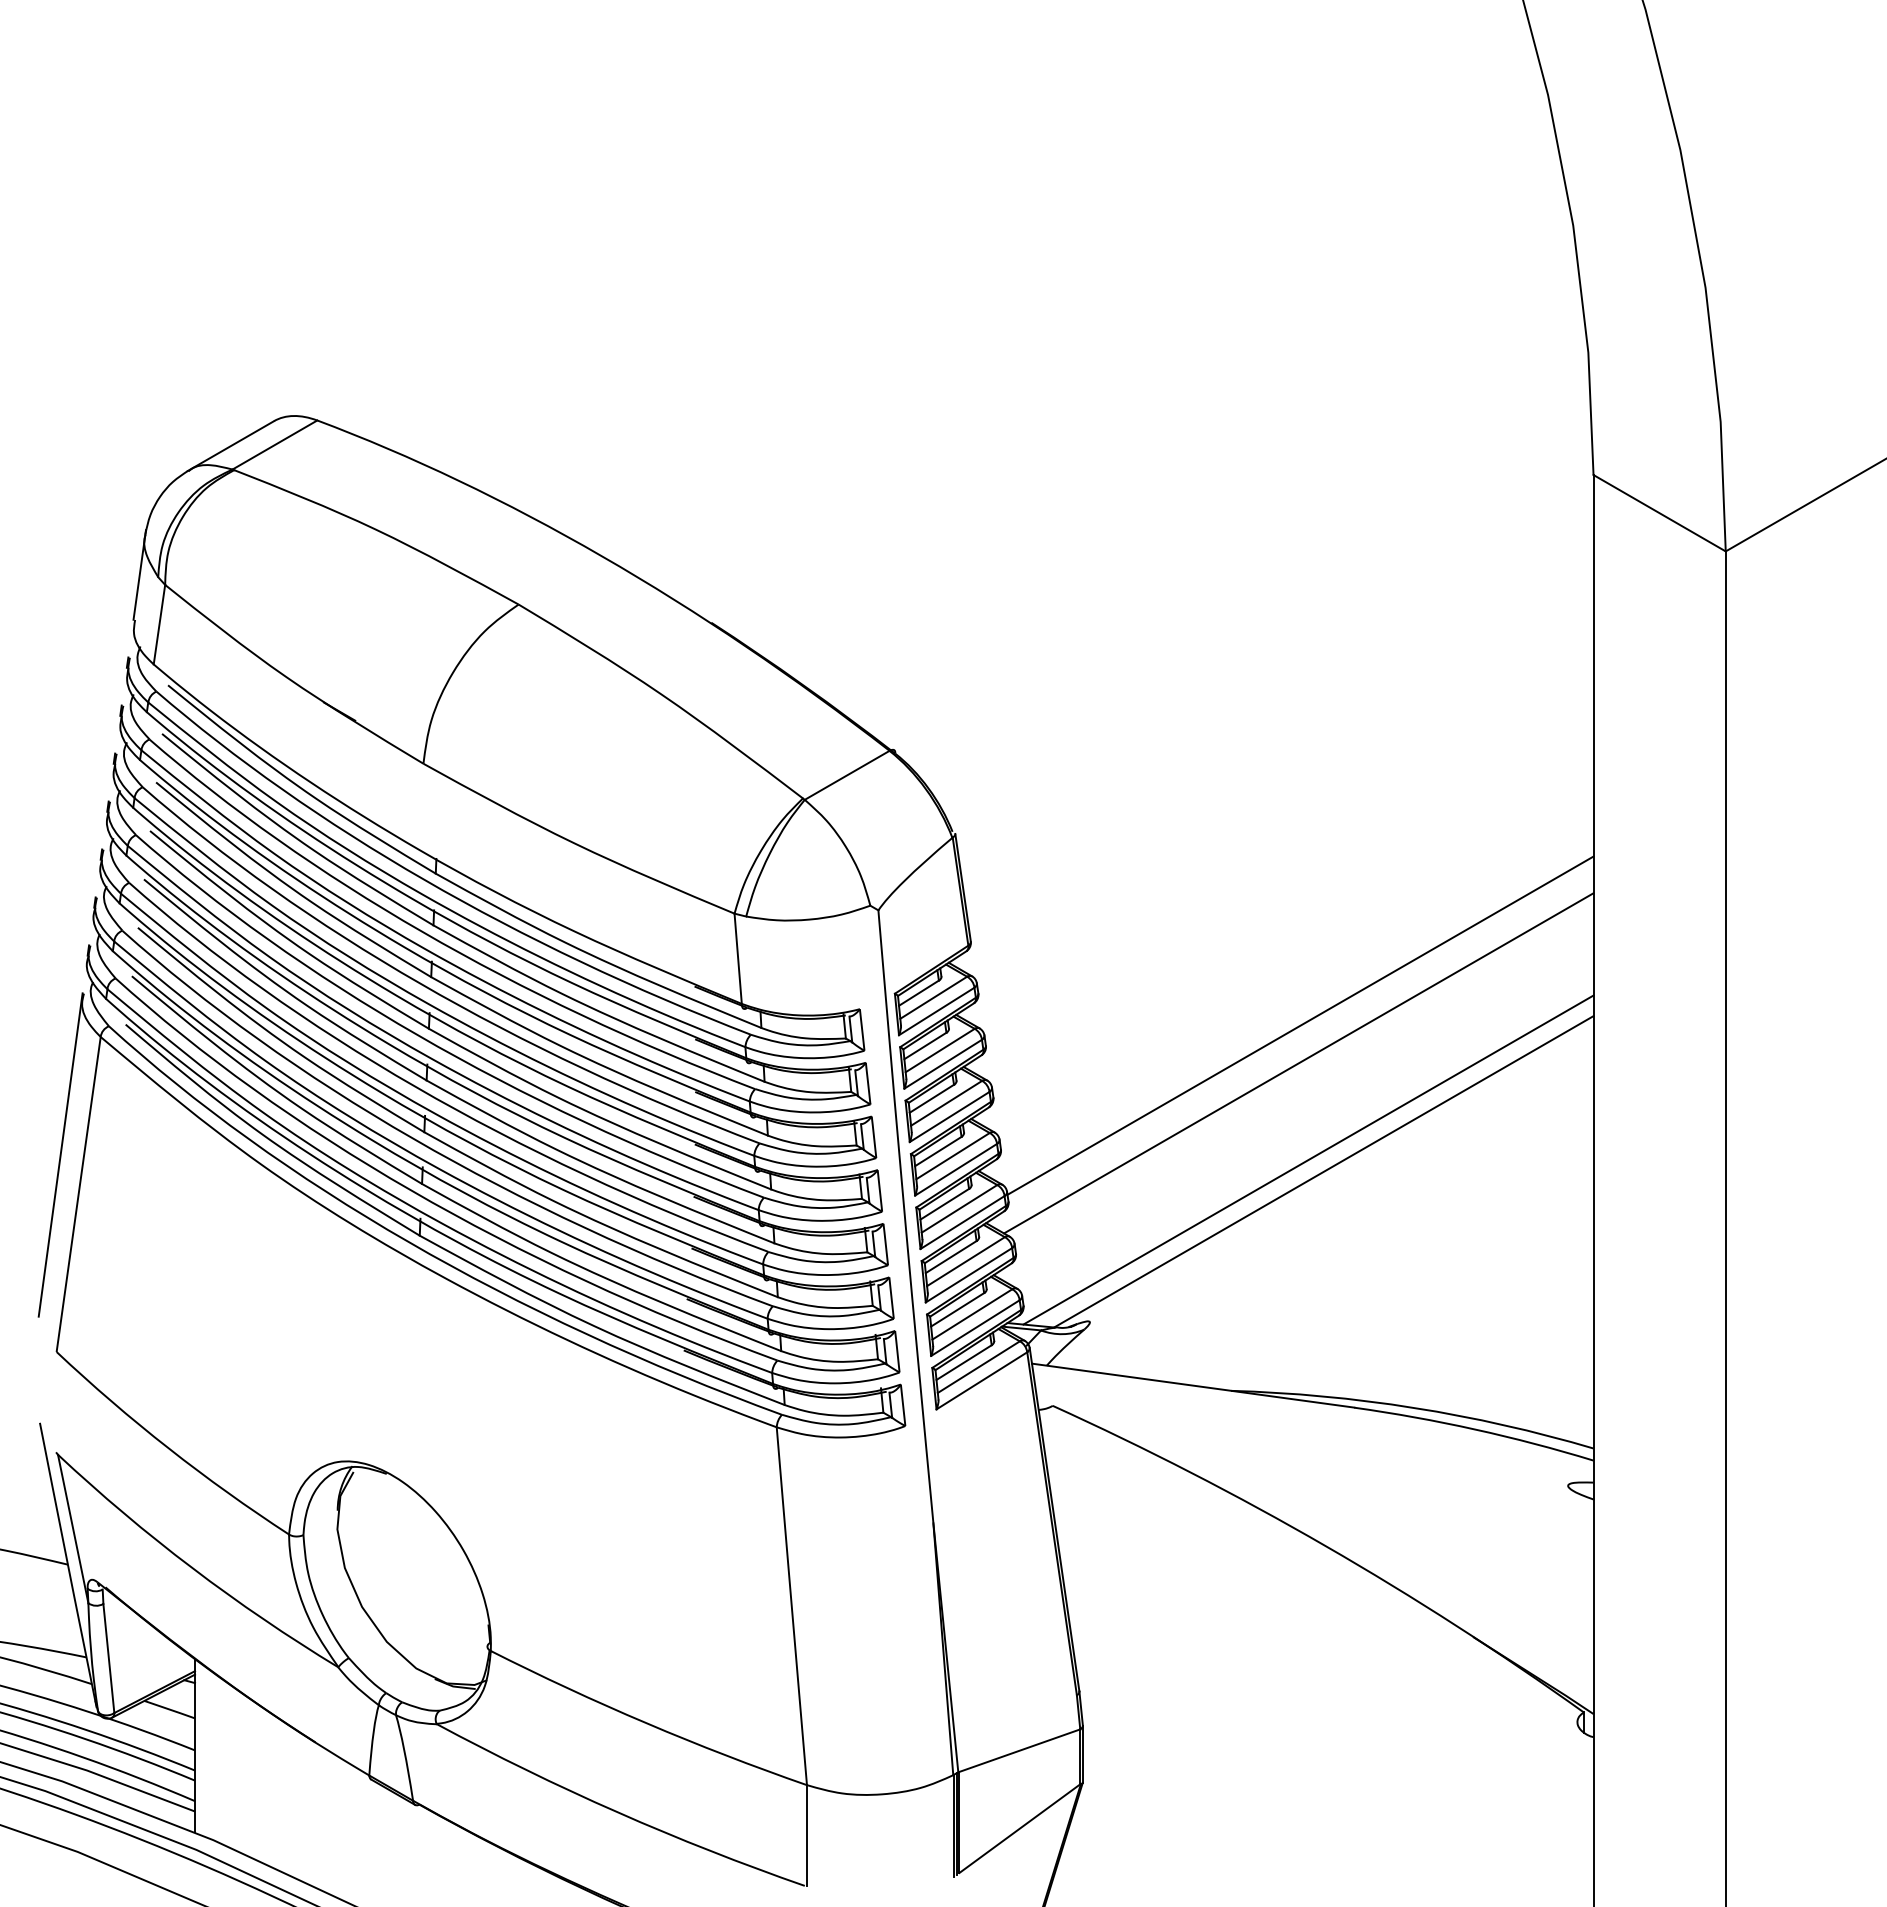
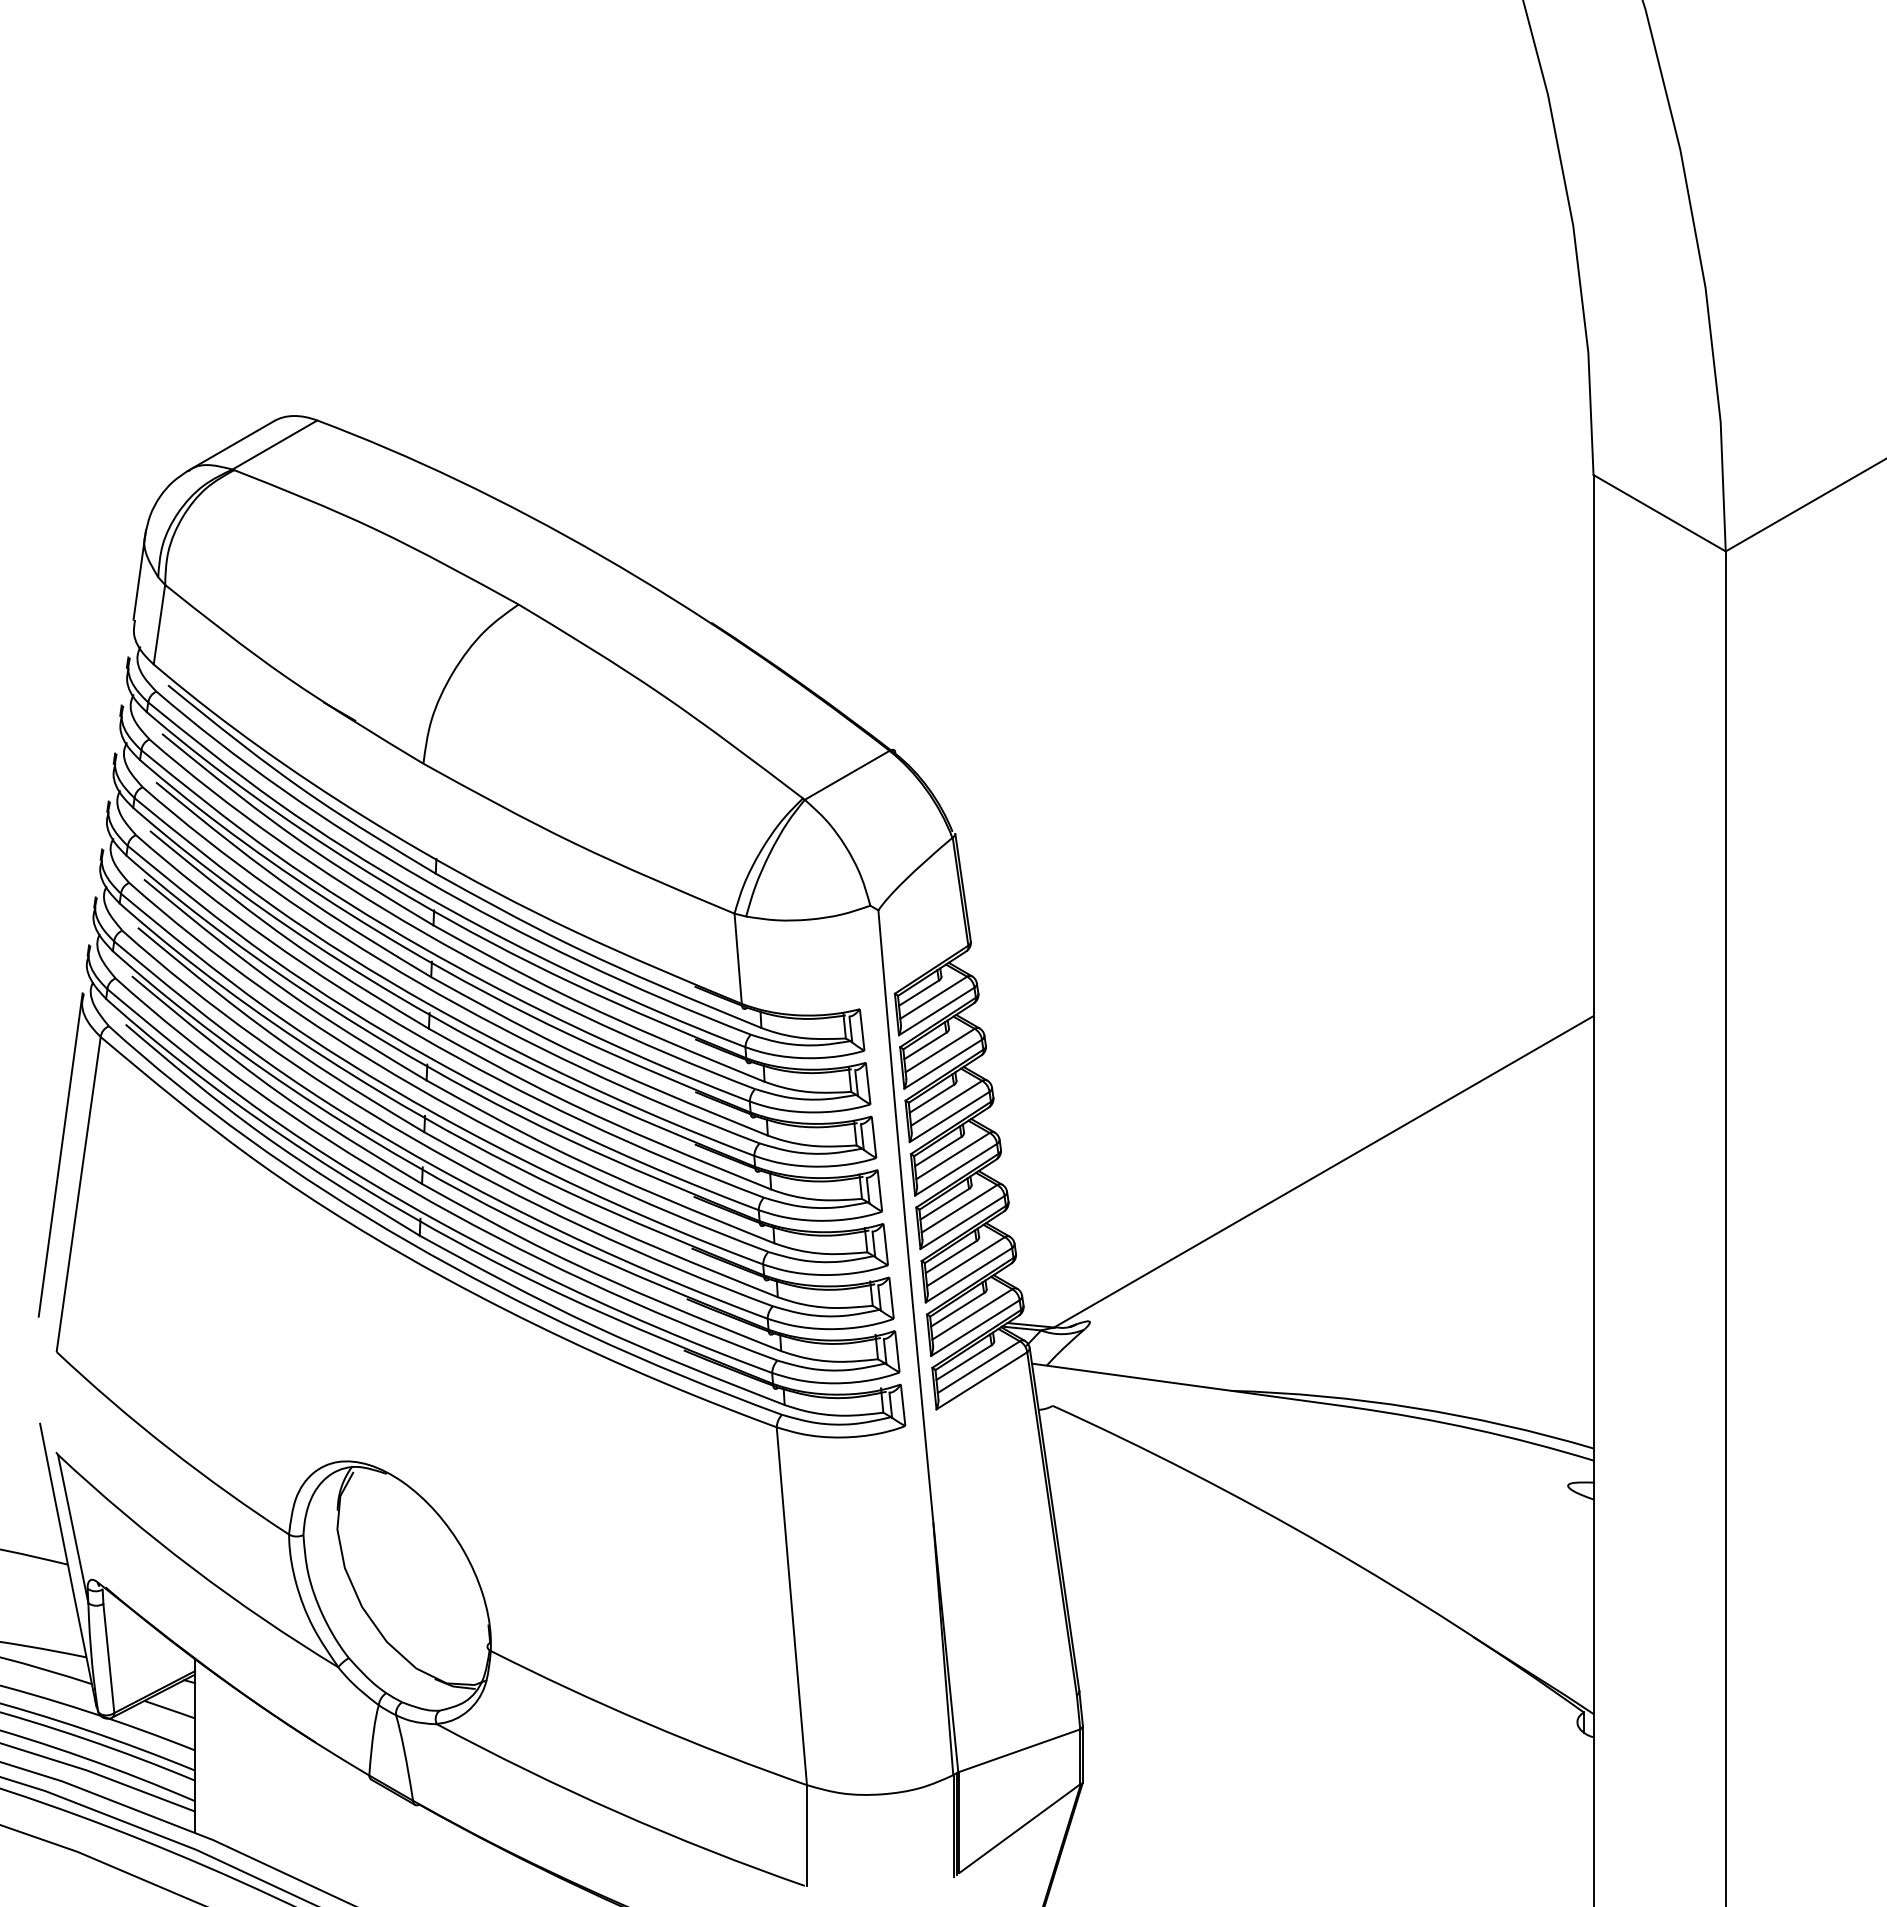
line at (1300, 1025): present -> none
line at (1298, 1063): present -> none
line at (1308, 1159): present -> none
